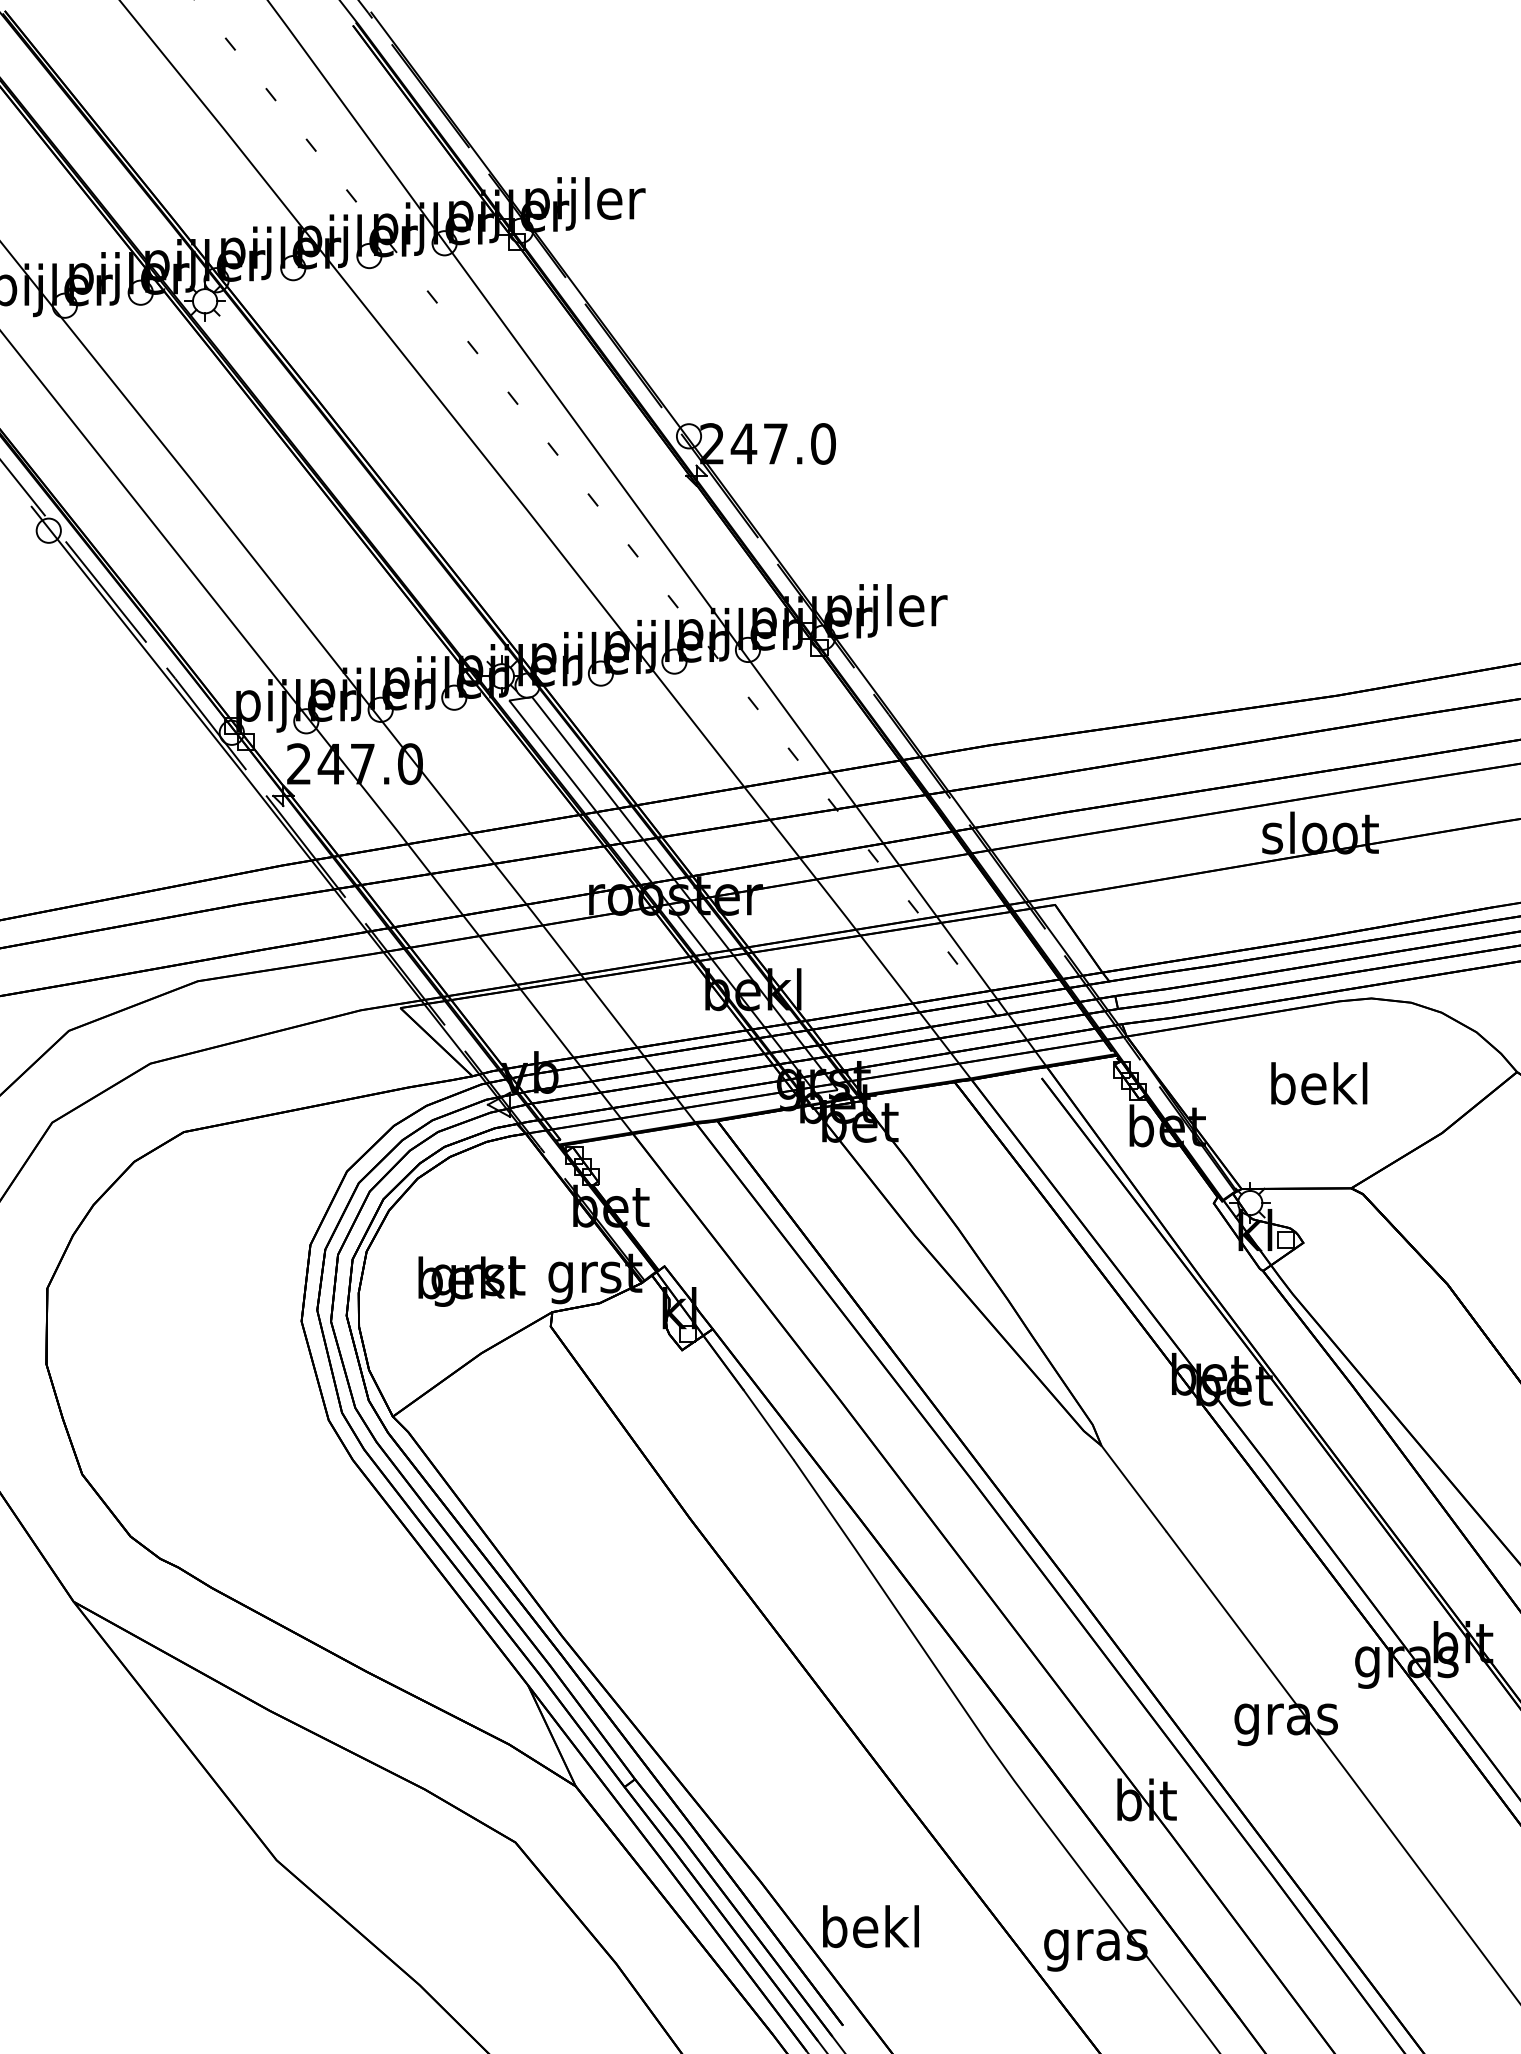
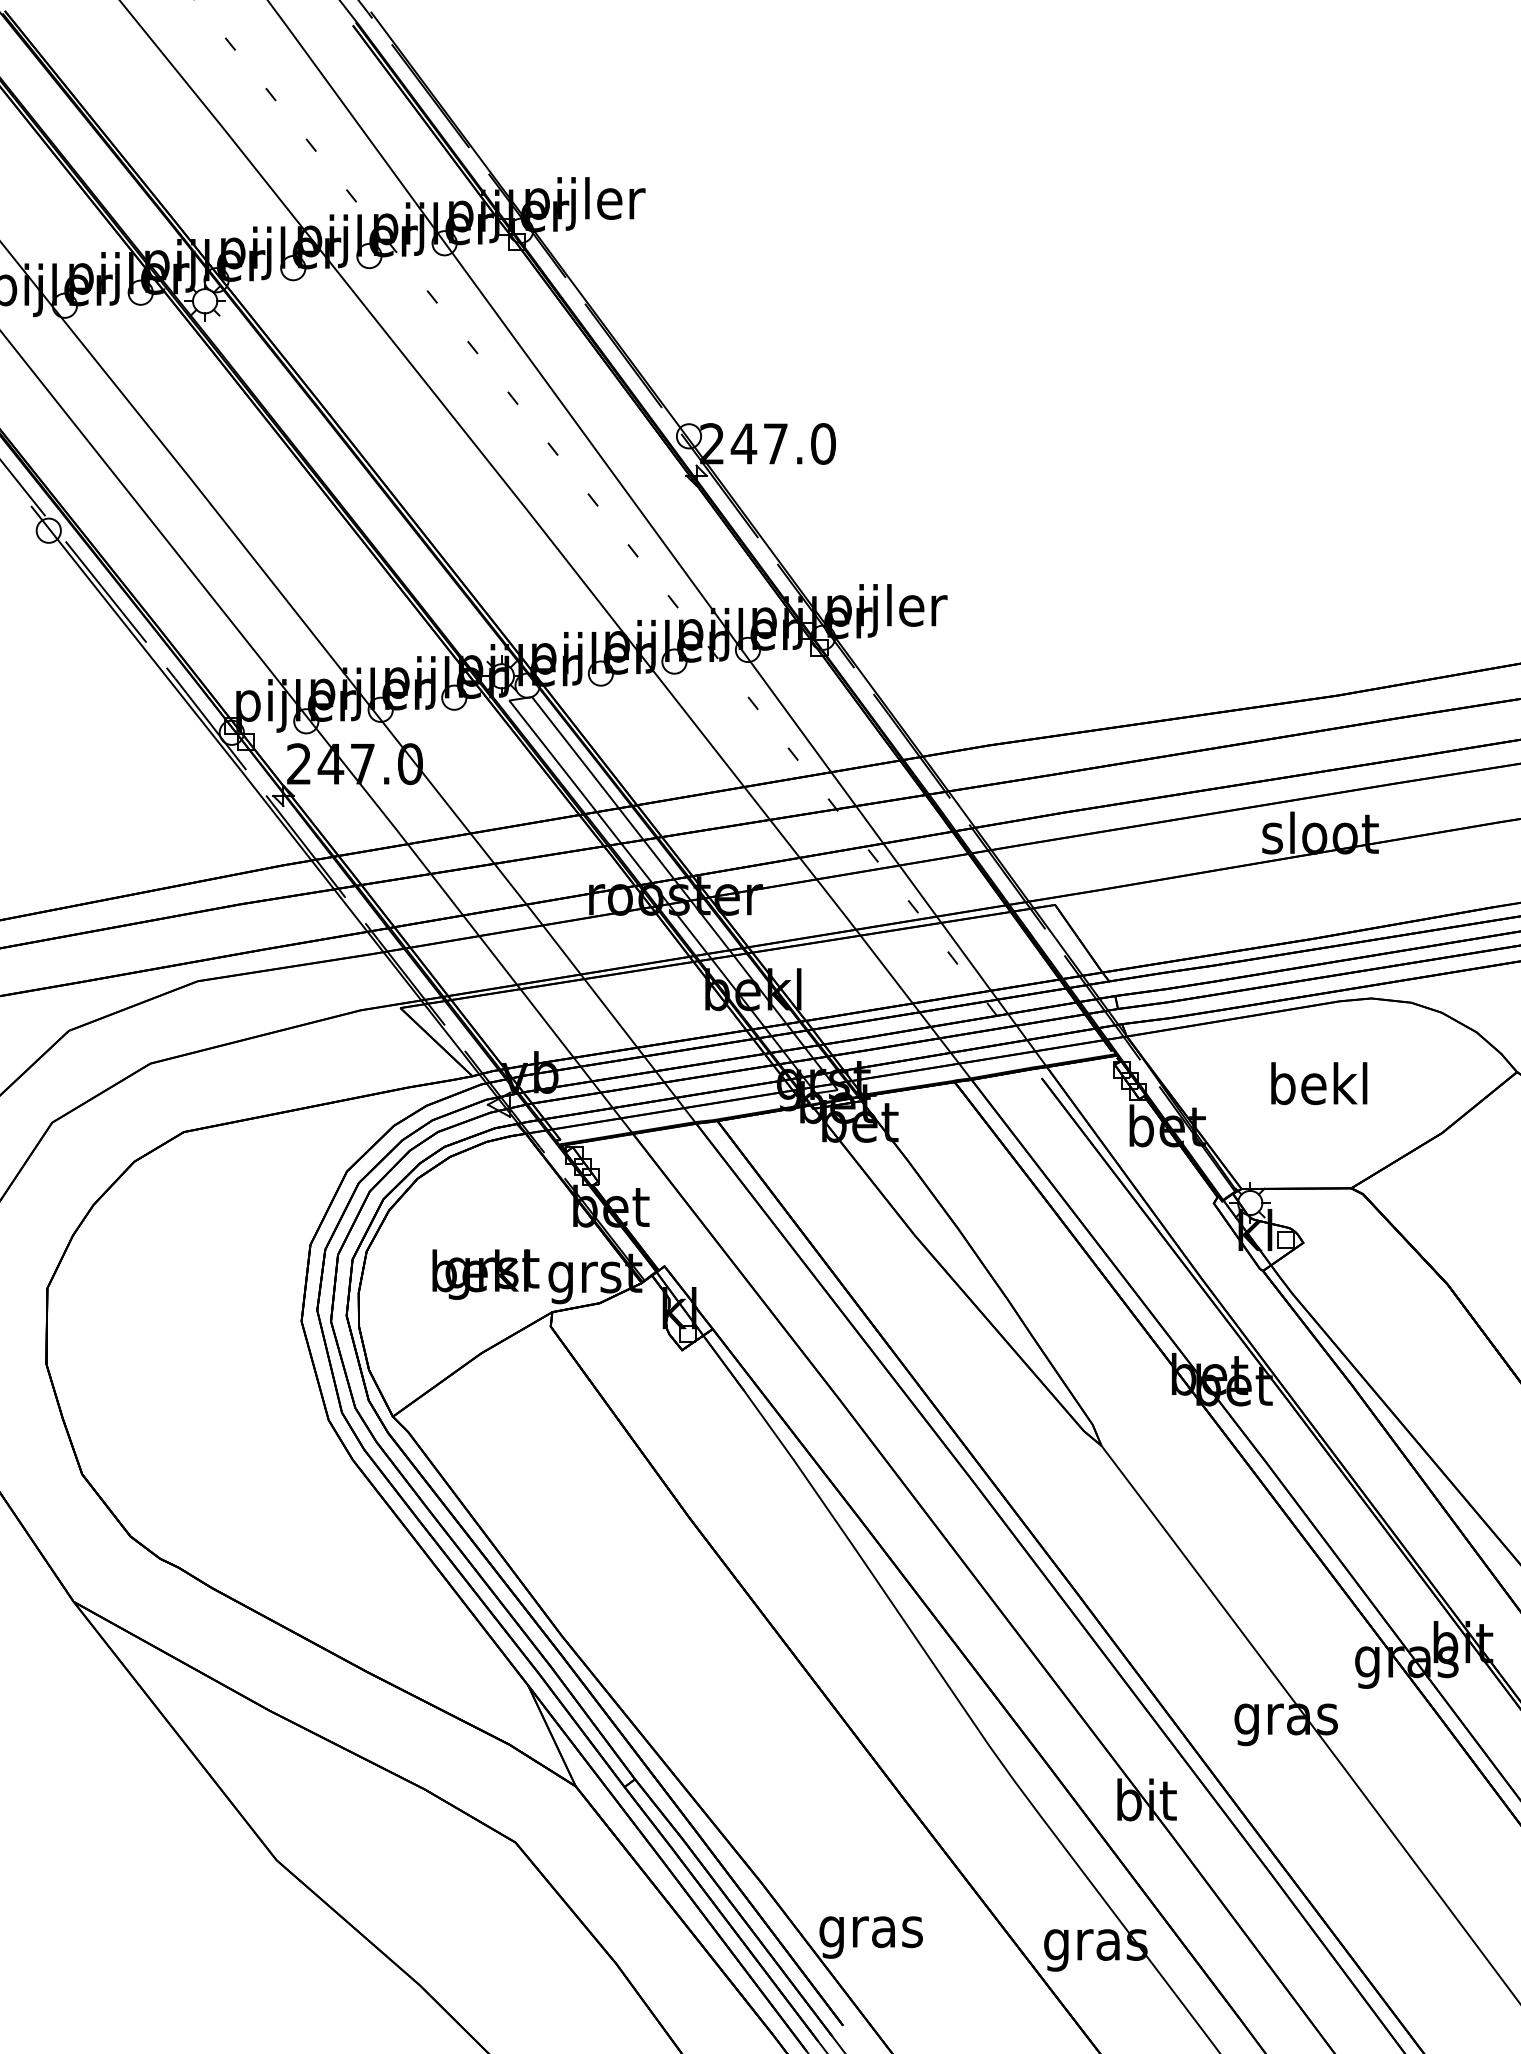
text at (471, 1281) position: (471, 1281) -> (485, 1274)
text at (870, 1931): bekl -> gras
